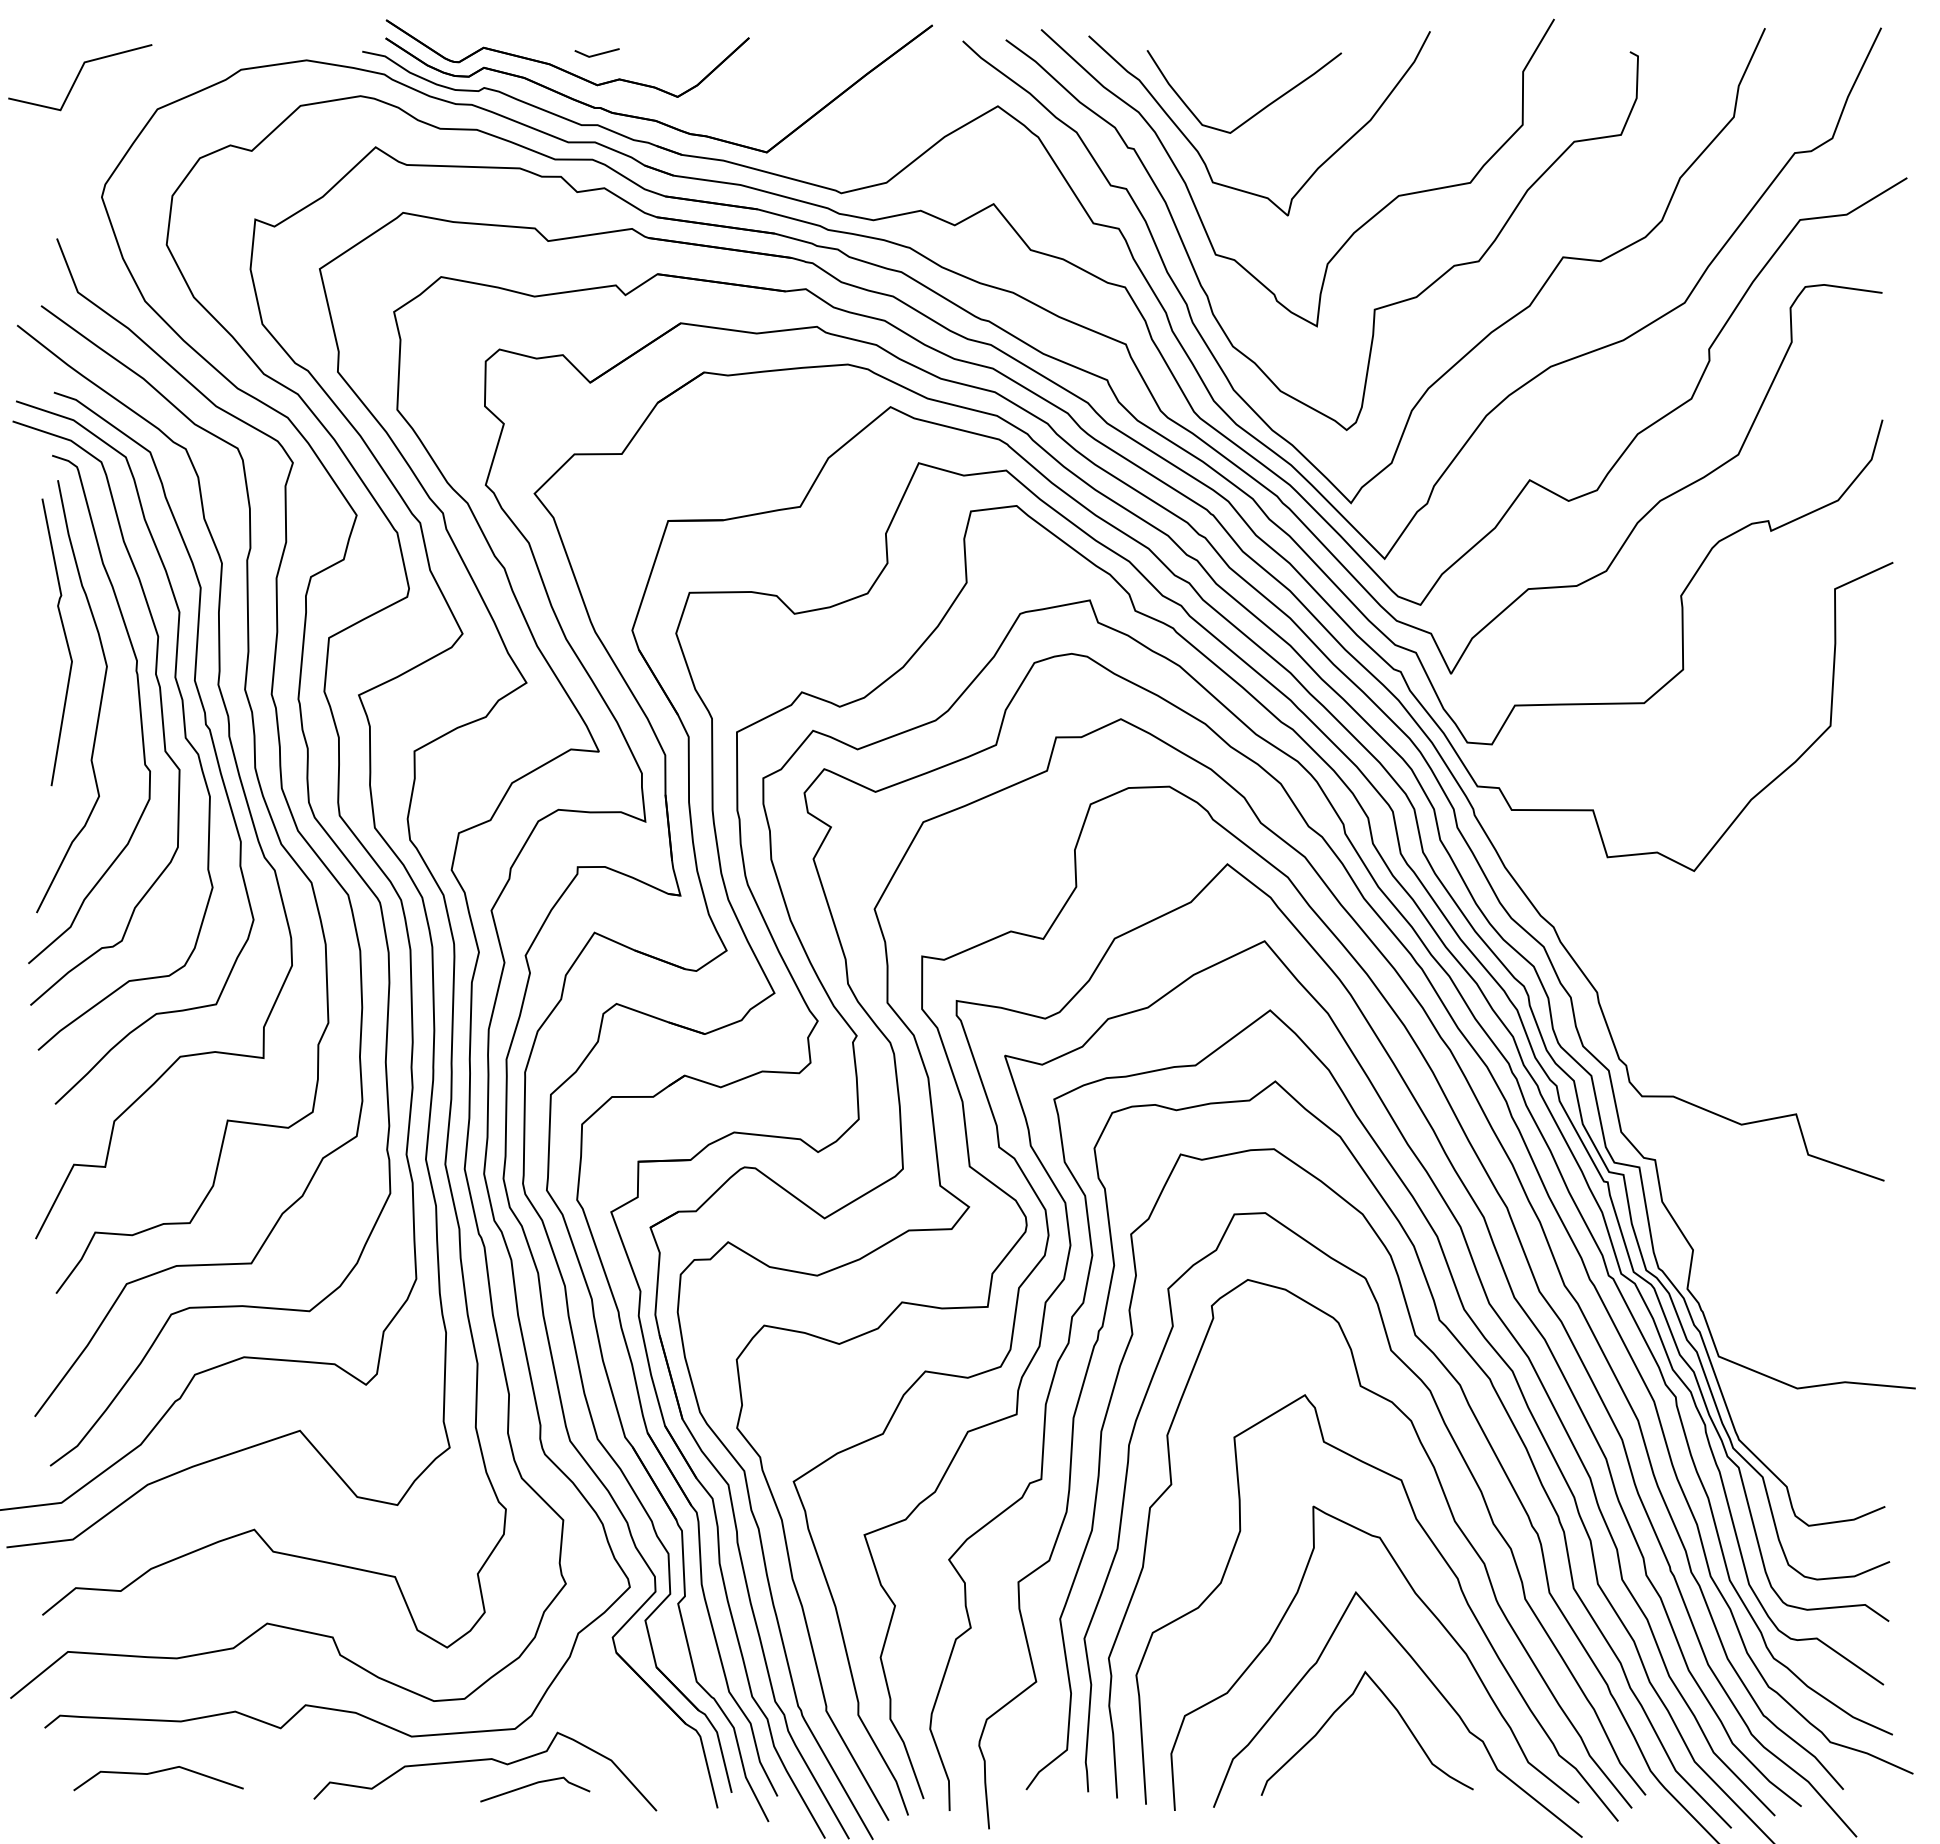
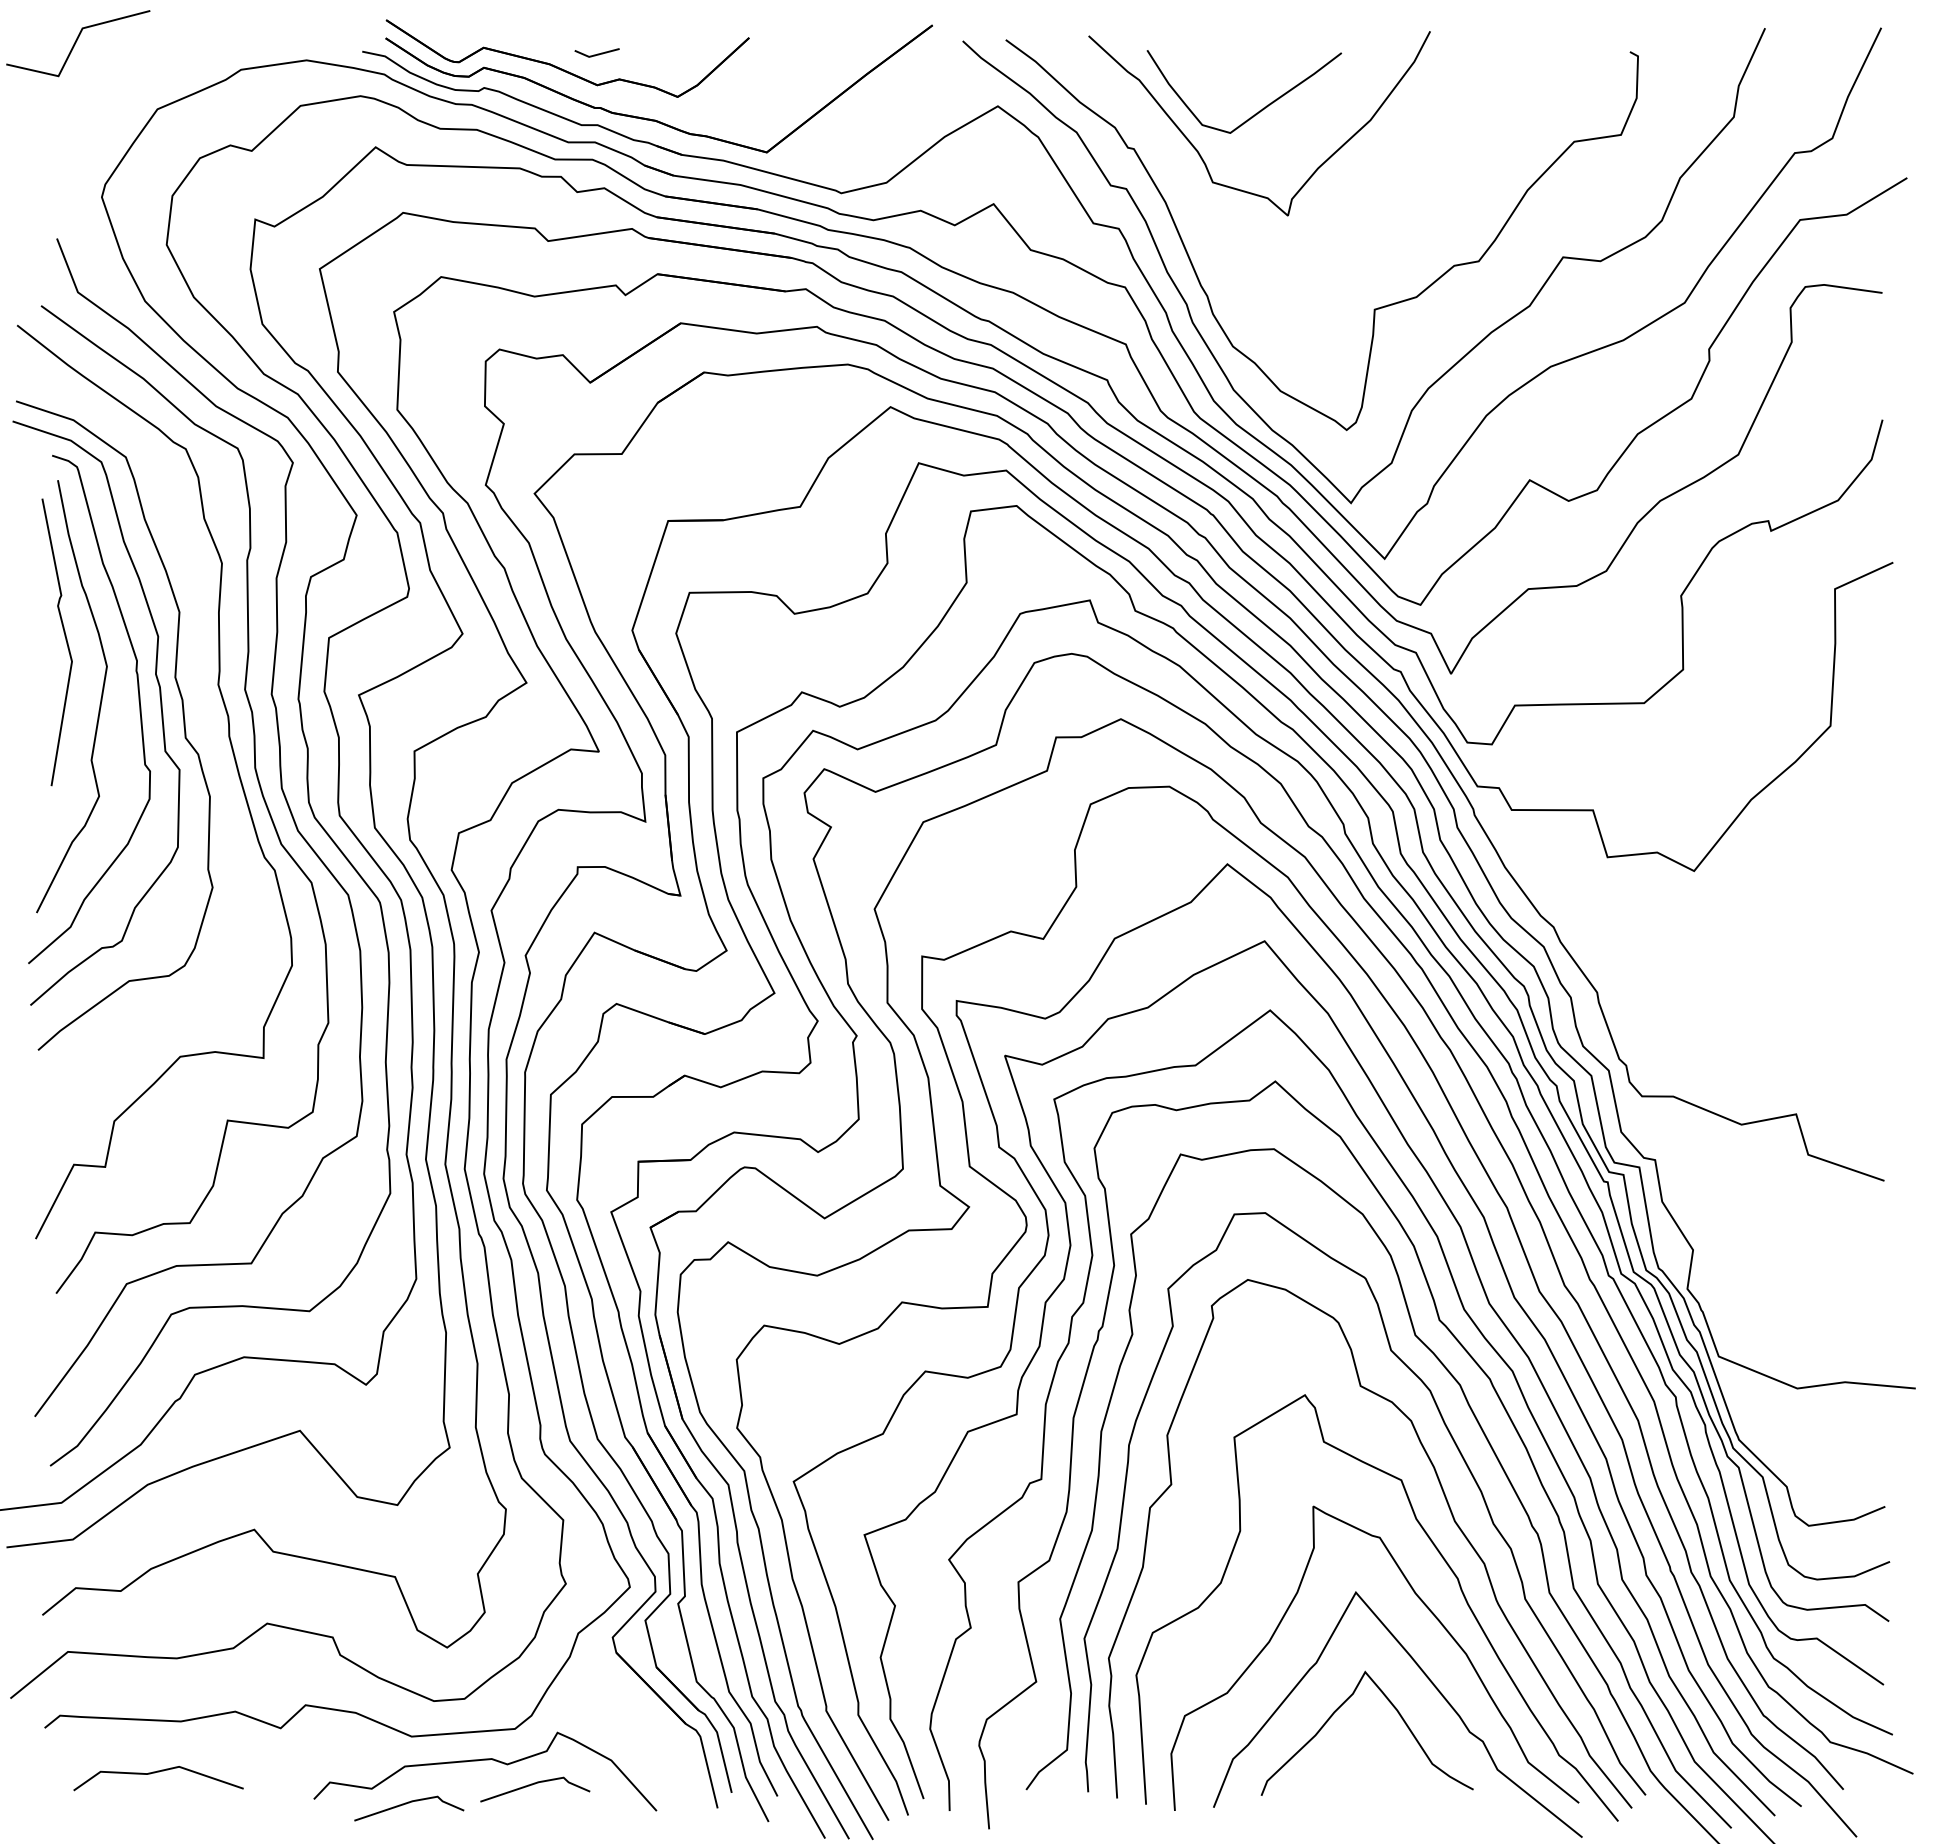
line at (78, 76) position: (78, 76) -> (76, 42)
curve at (1355, 230): present -> none
curve at (205, 725): present -> none
line at (409, 1803): none -> present
